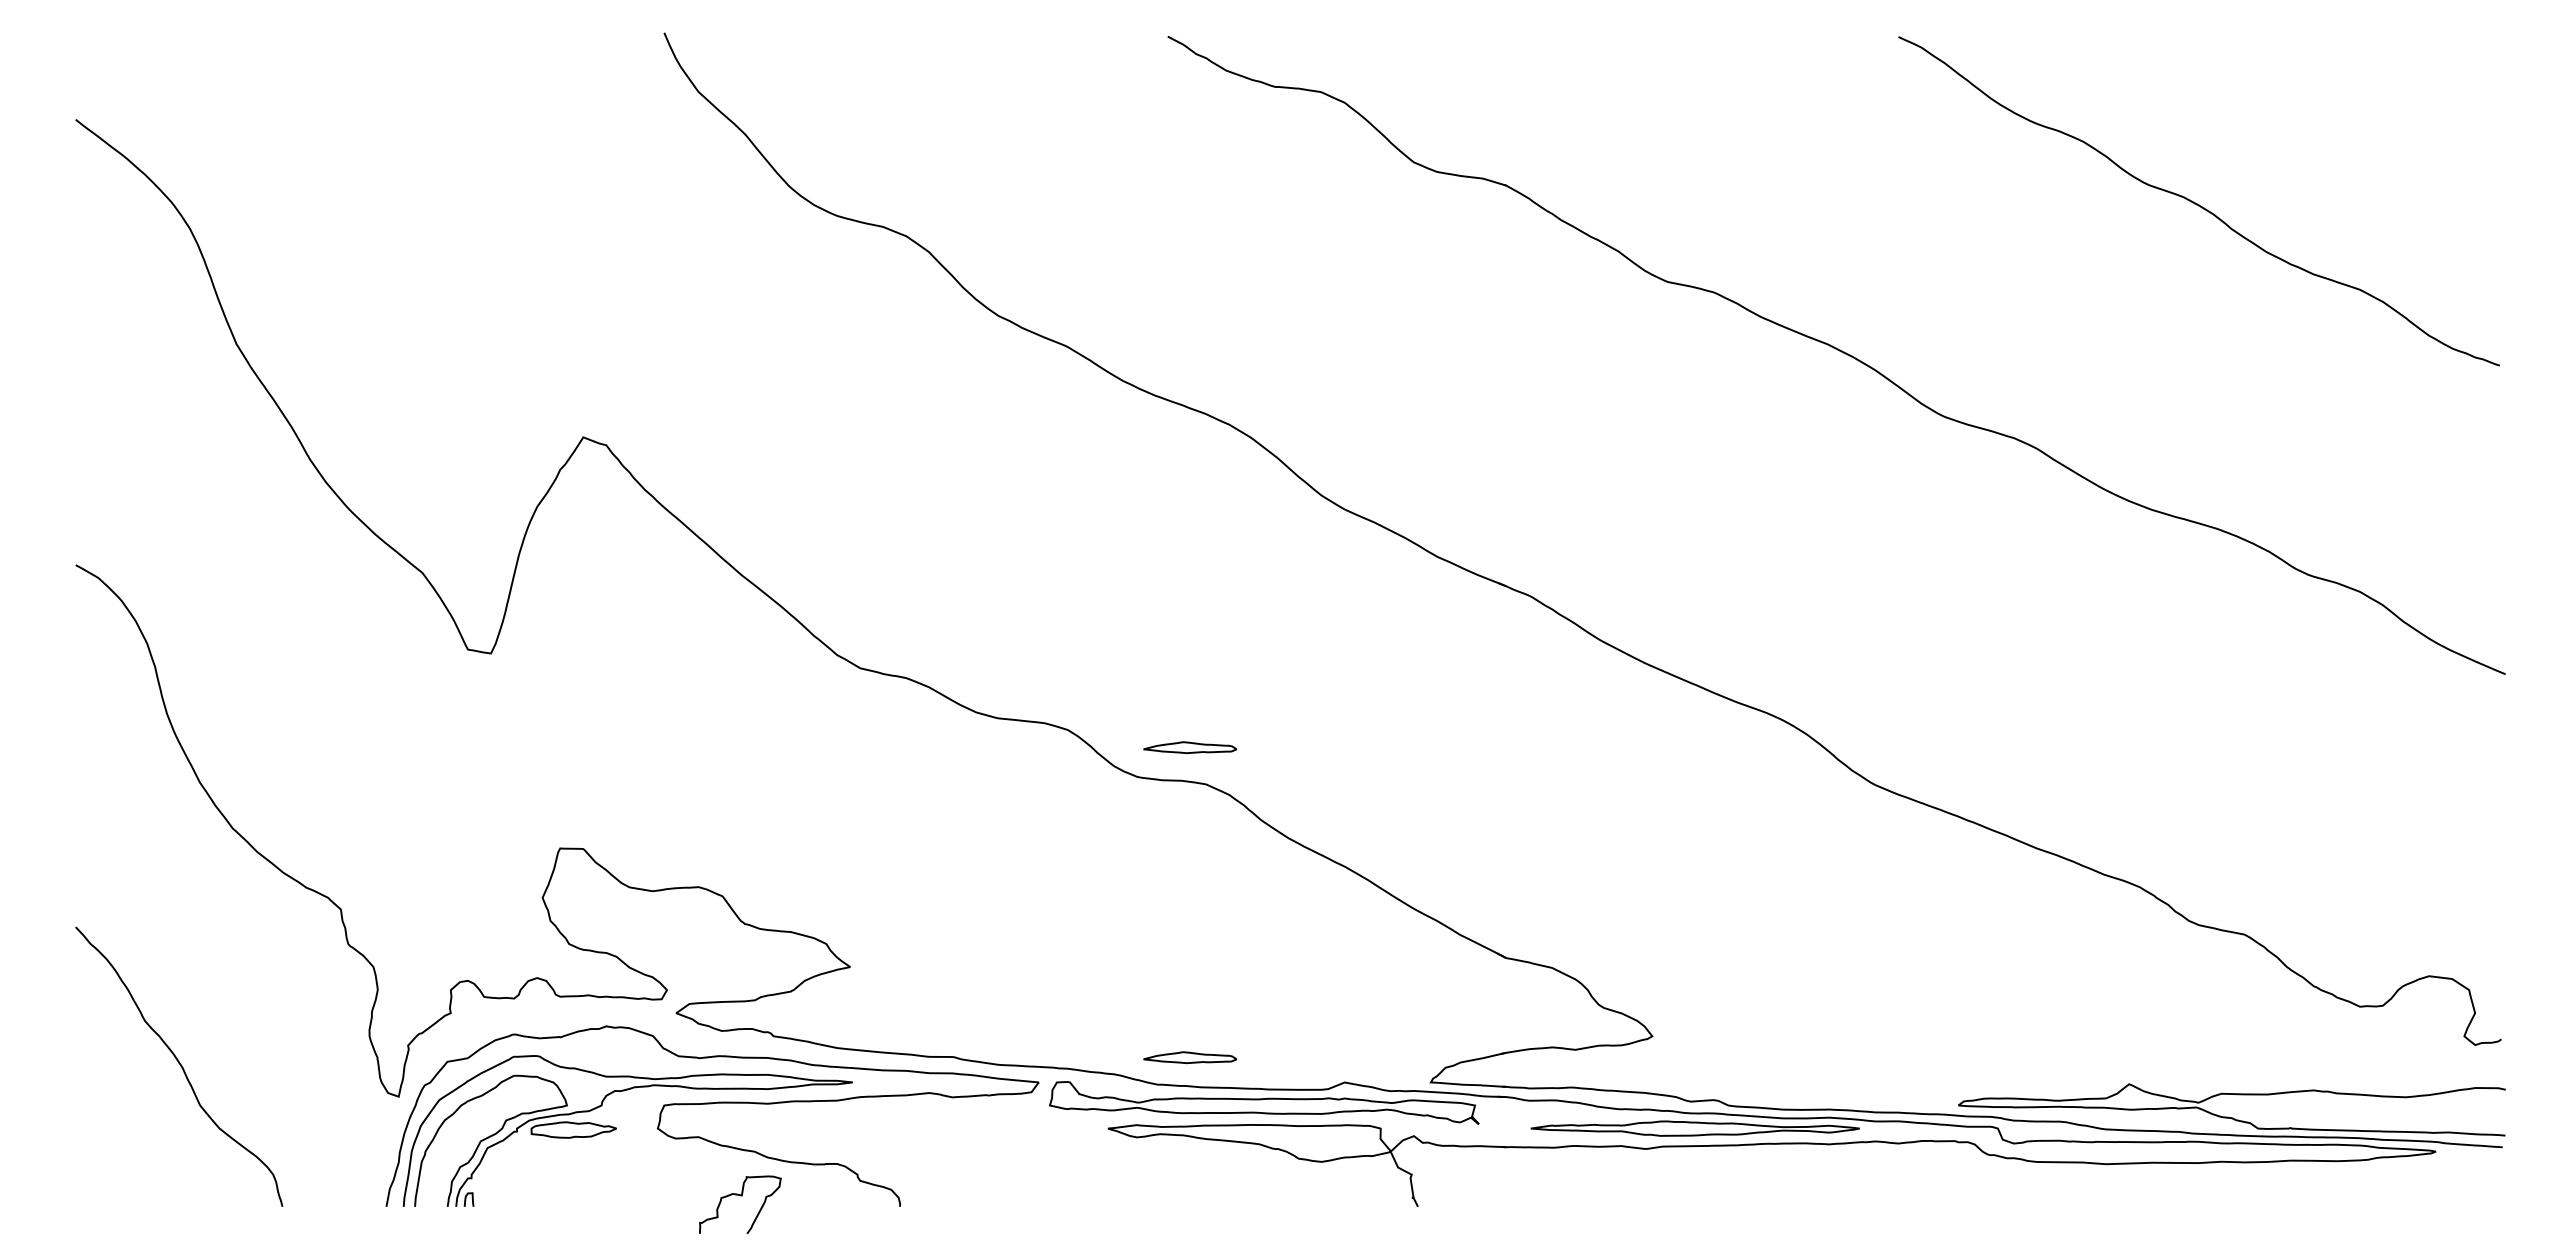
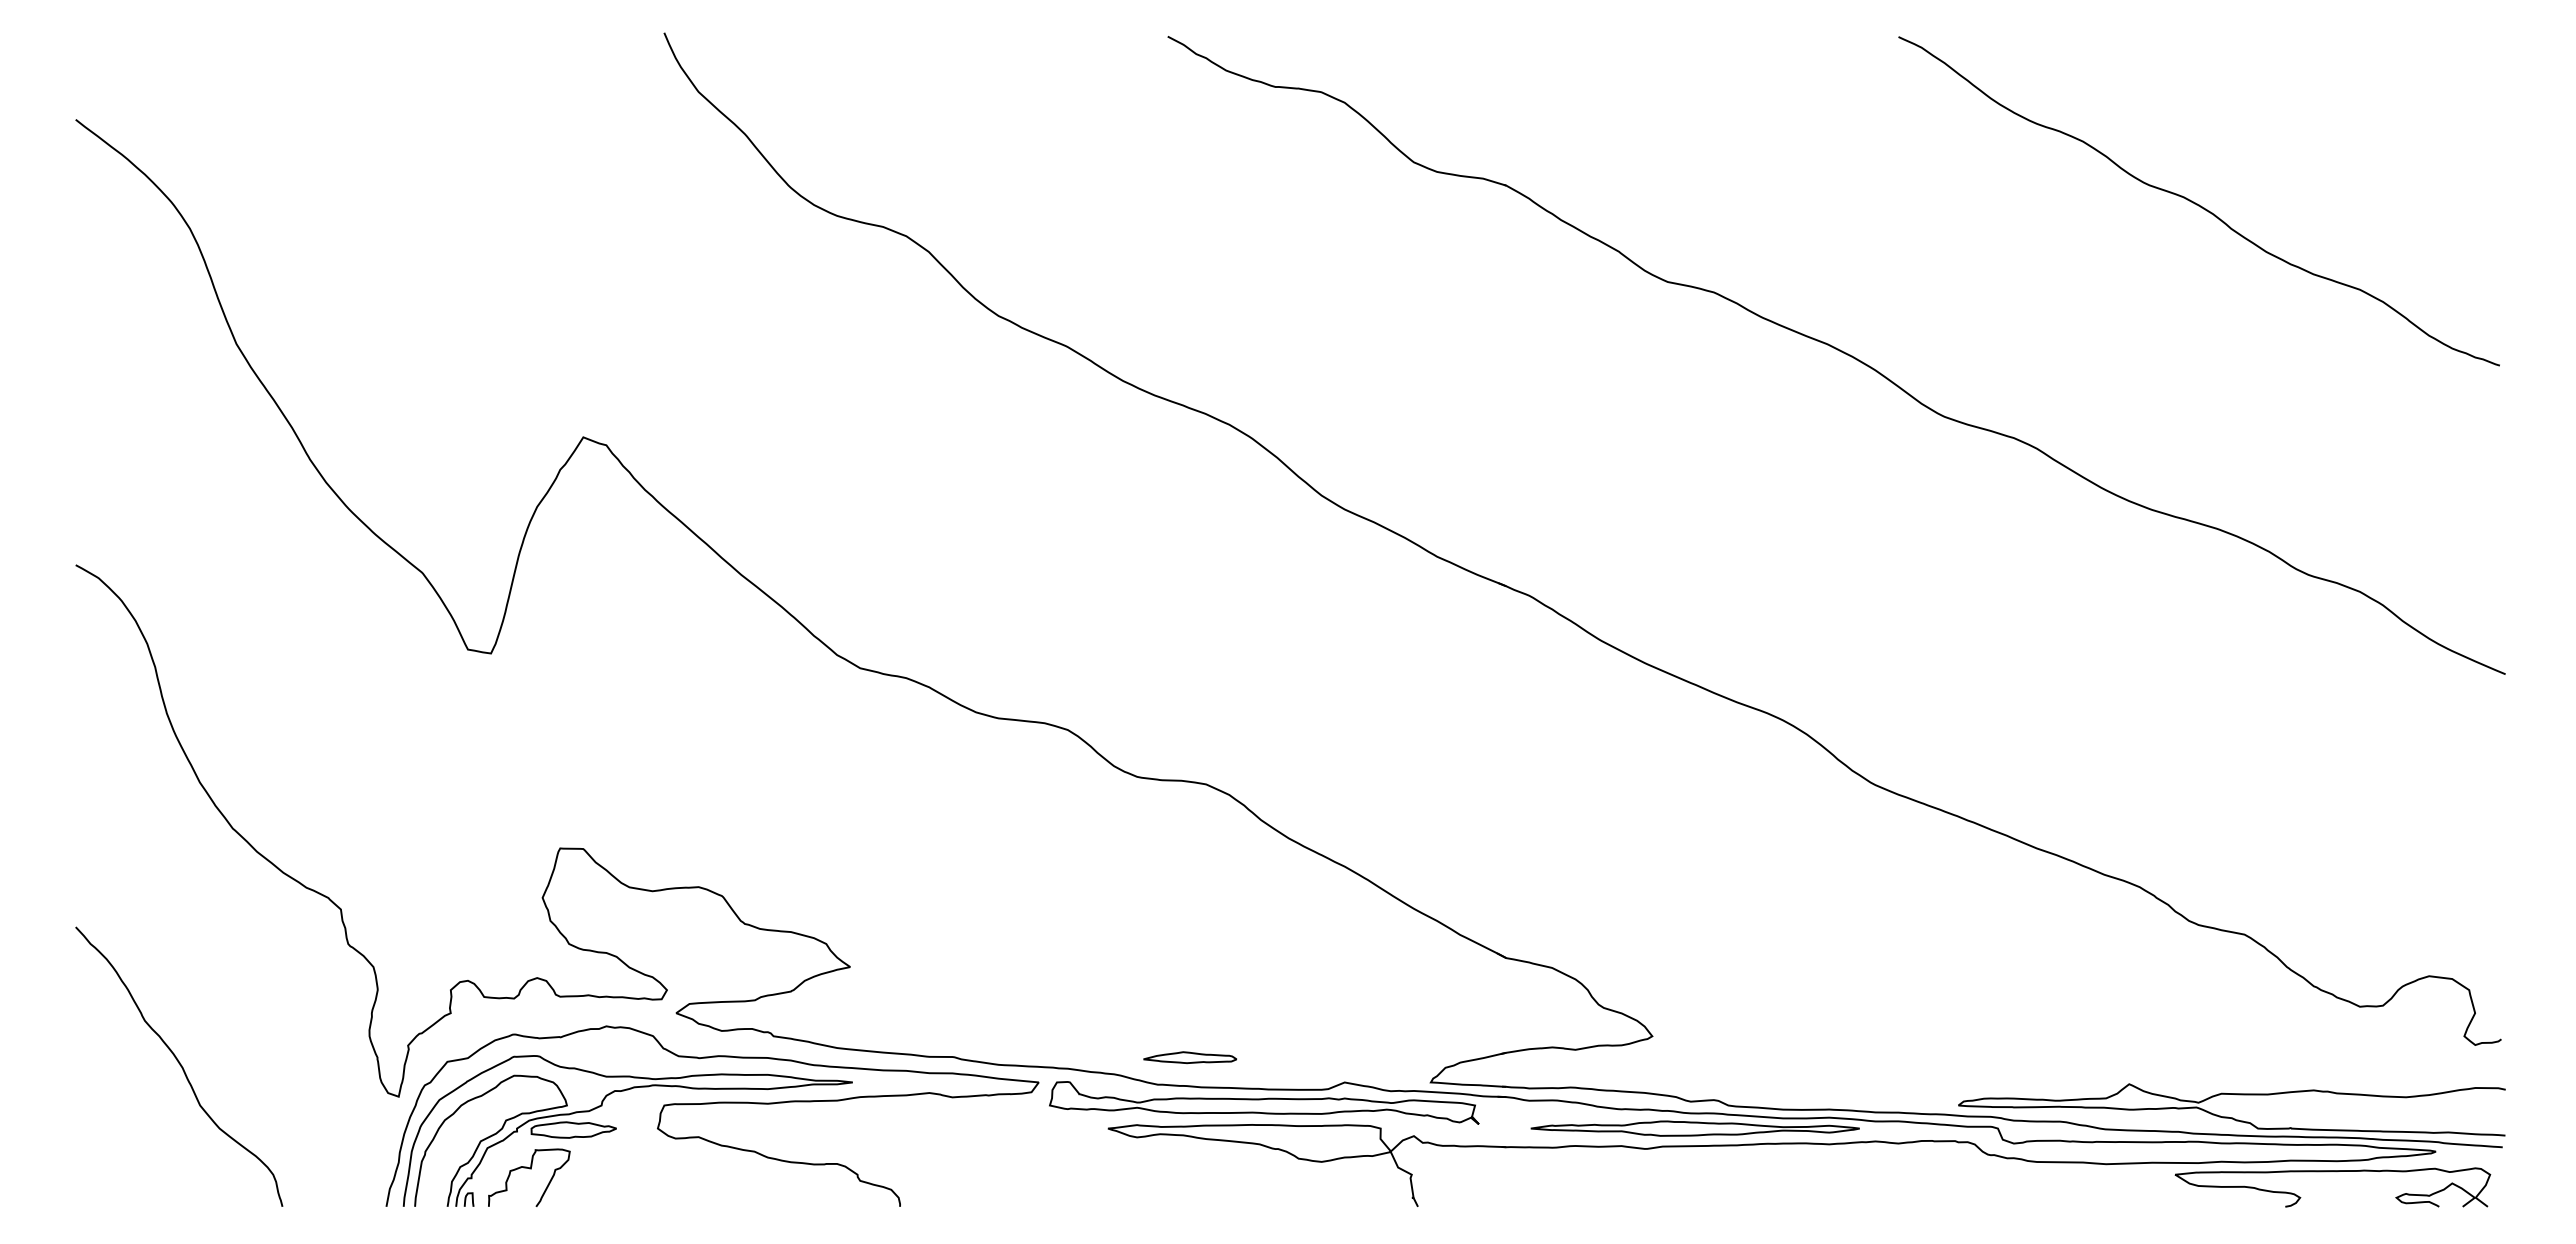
part at (1189, 747): present -> none
part at (2328, 1172): none -> present
curve at (740, 1196) position: (740, 1196) -> (529, 1169)
